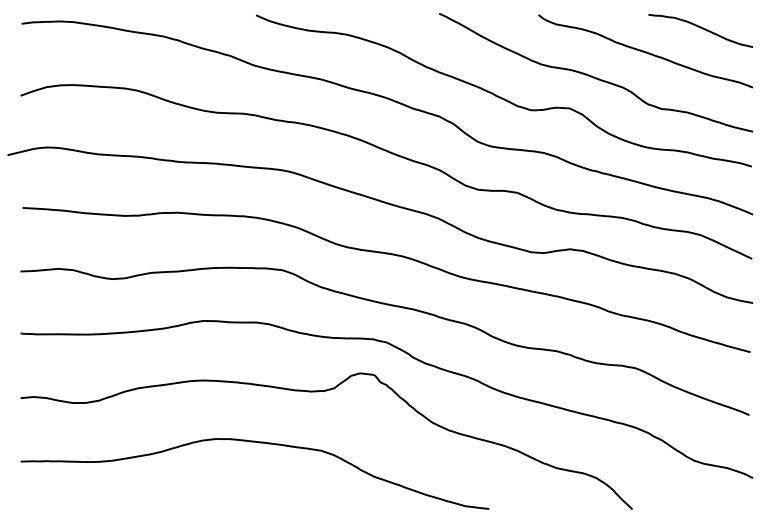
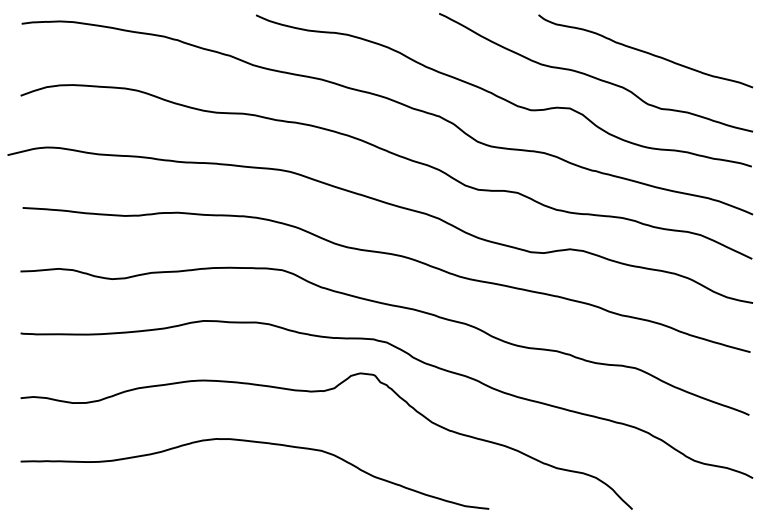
curve at (700, 28): present -> none
